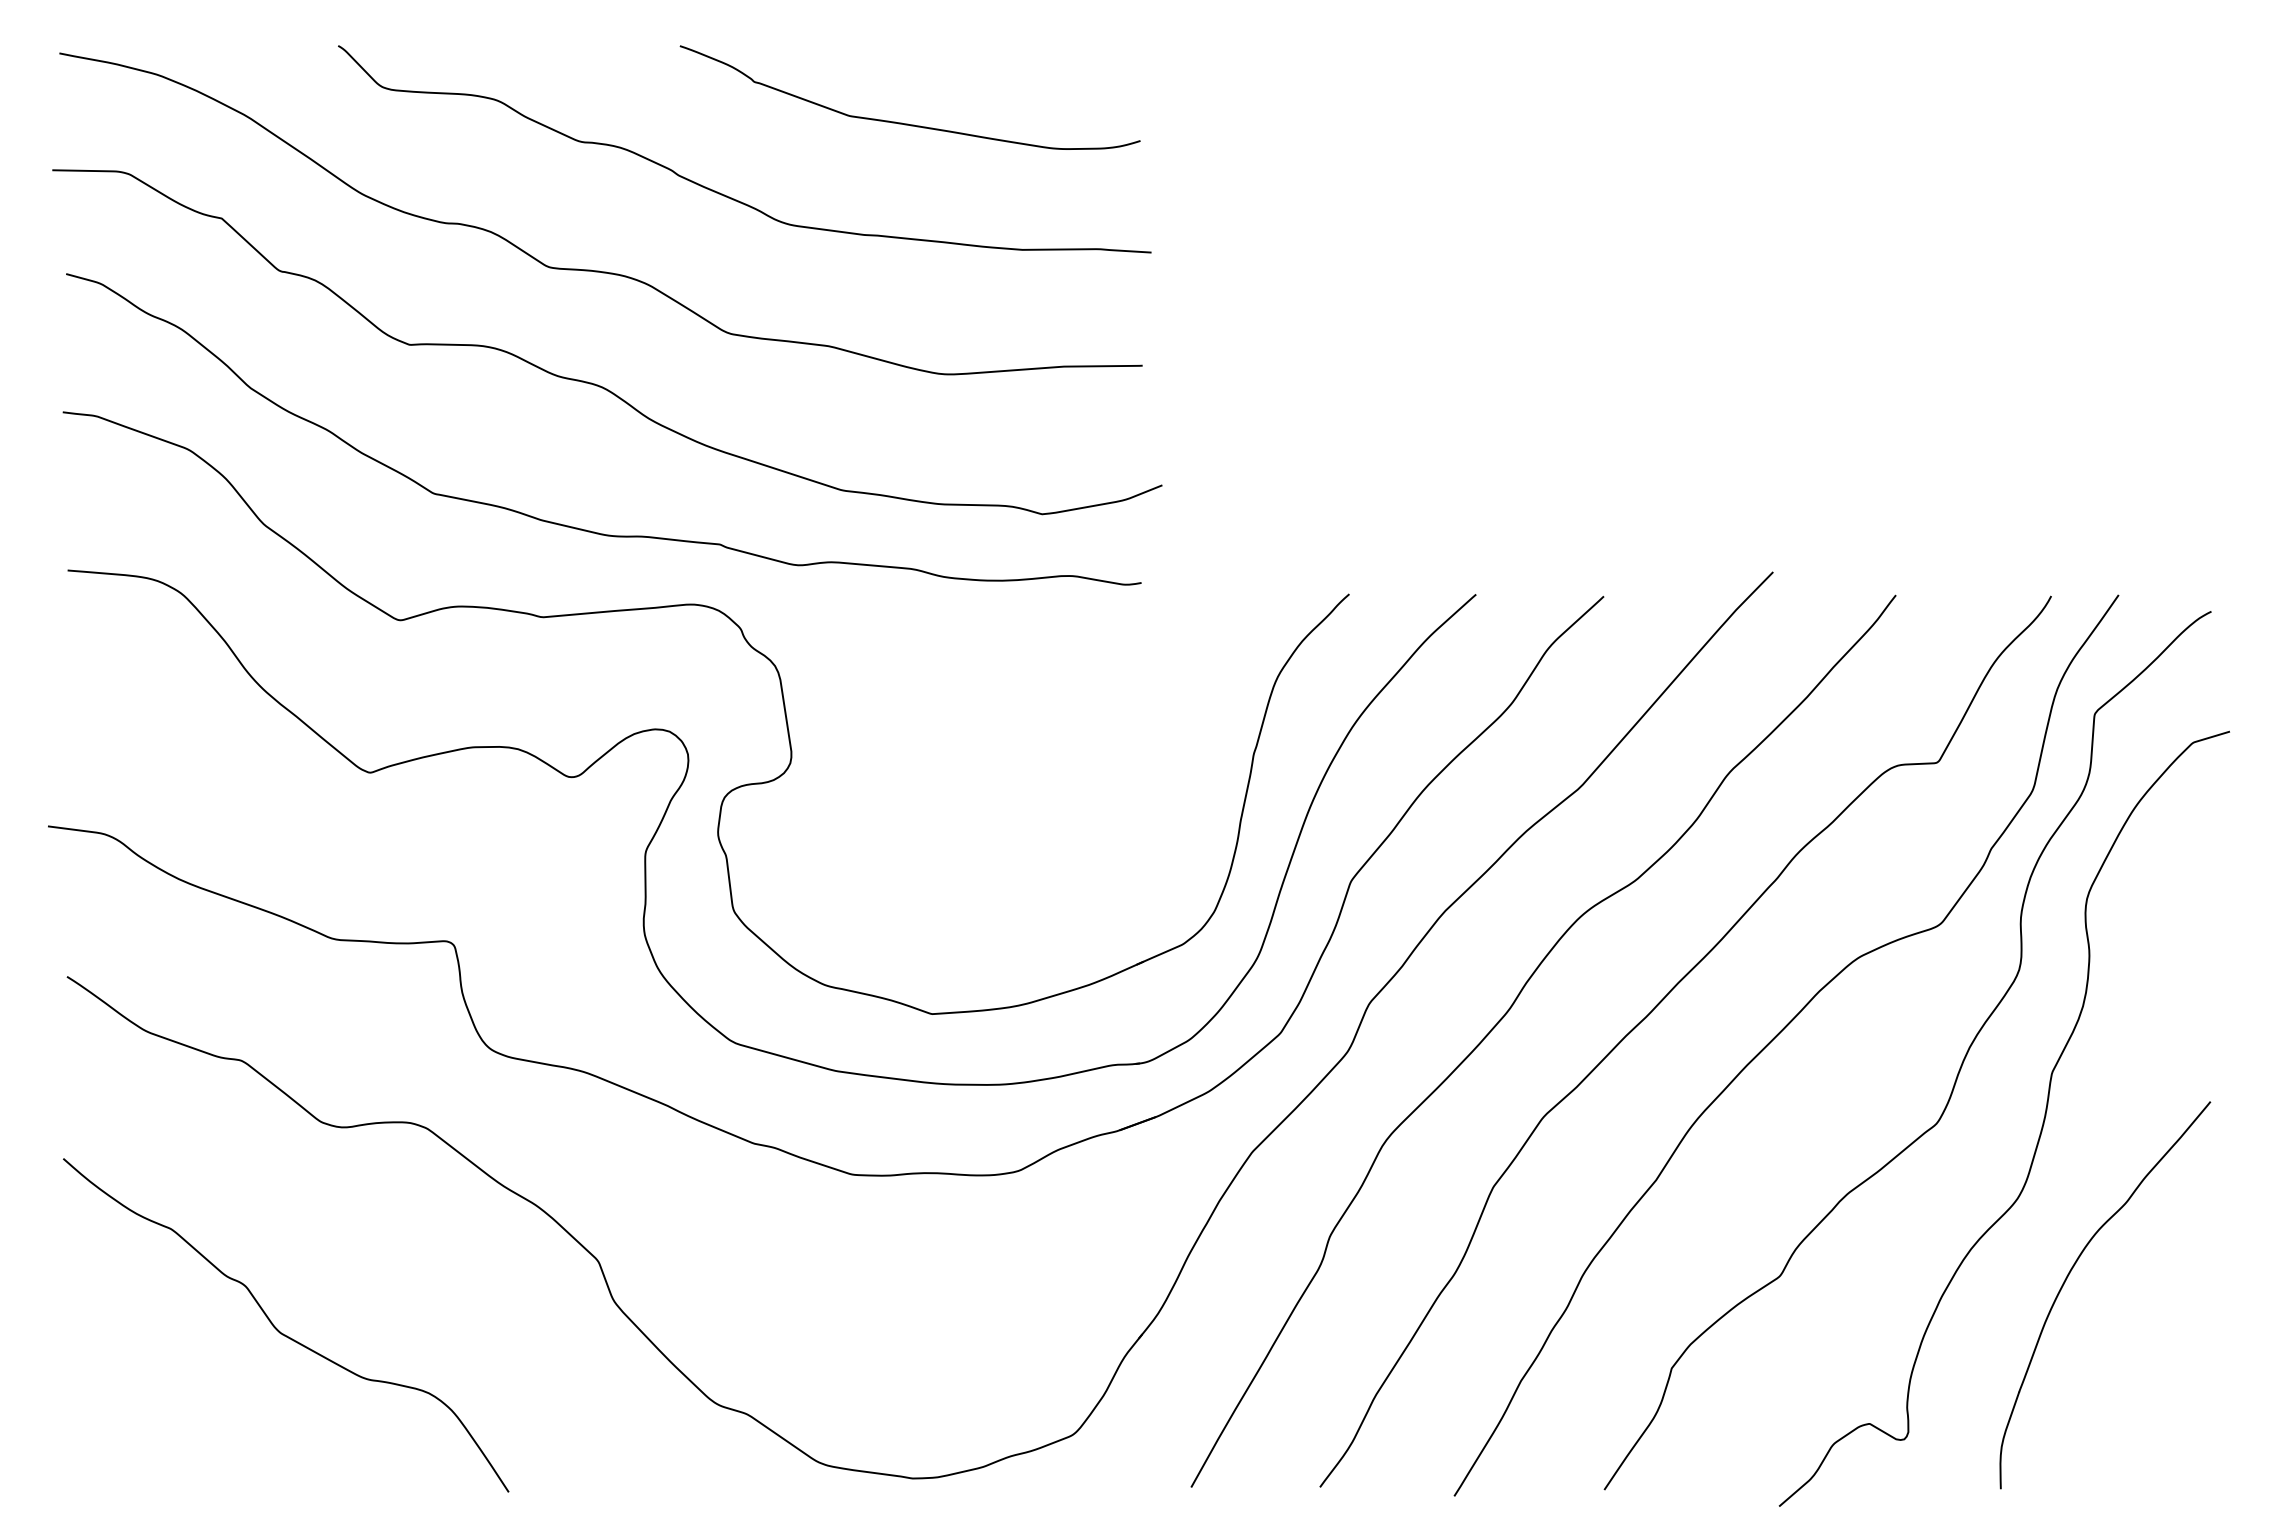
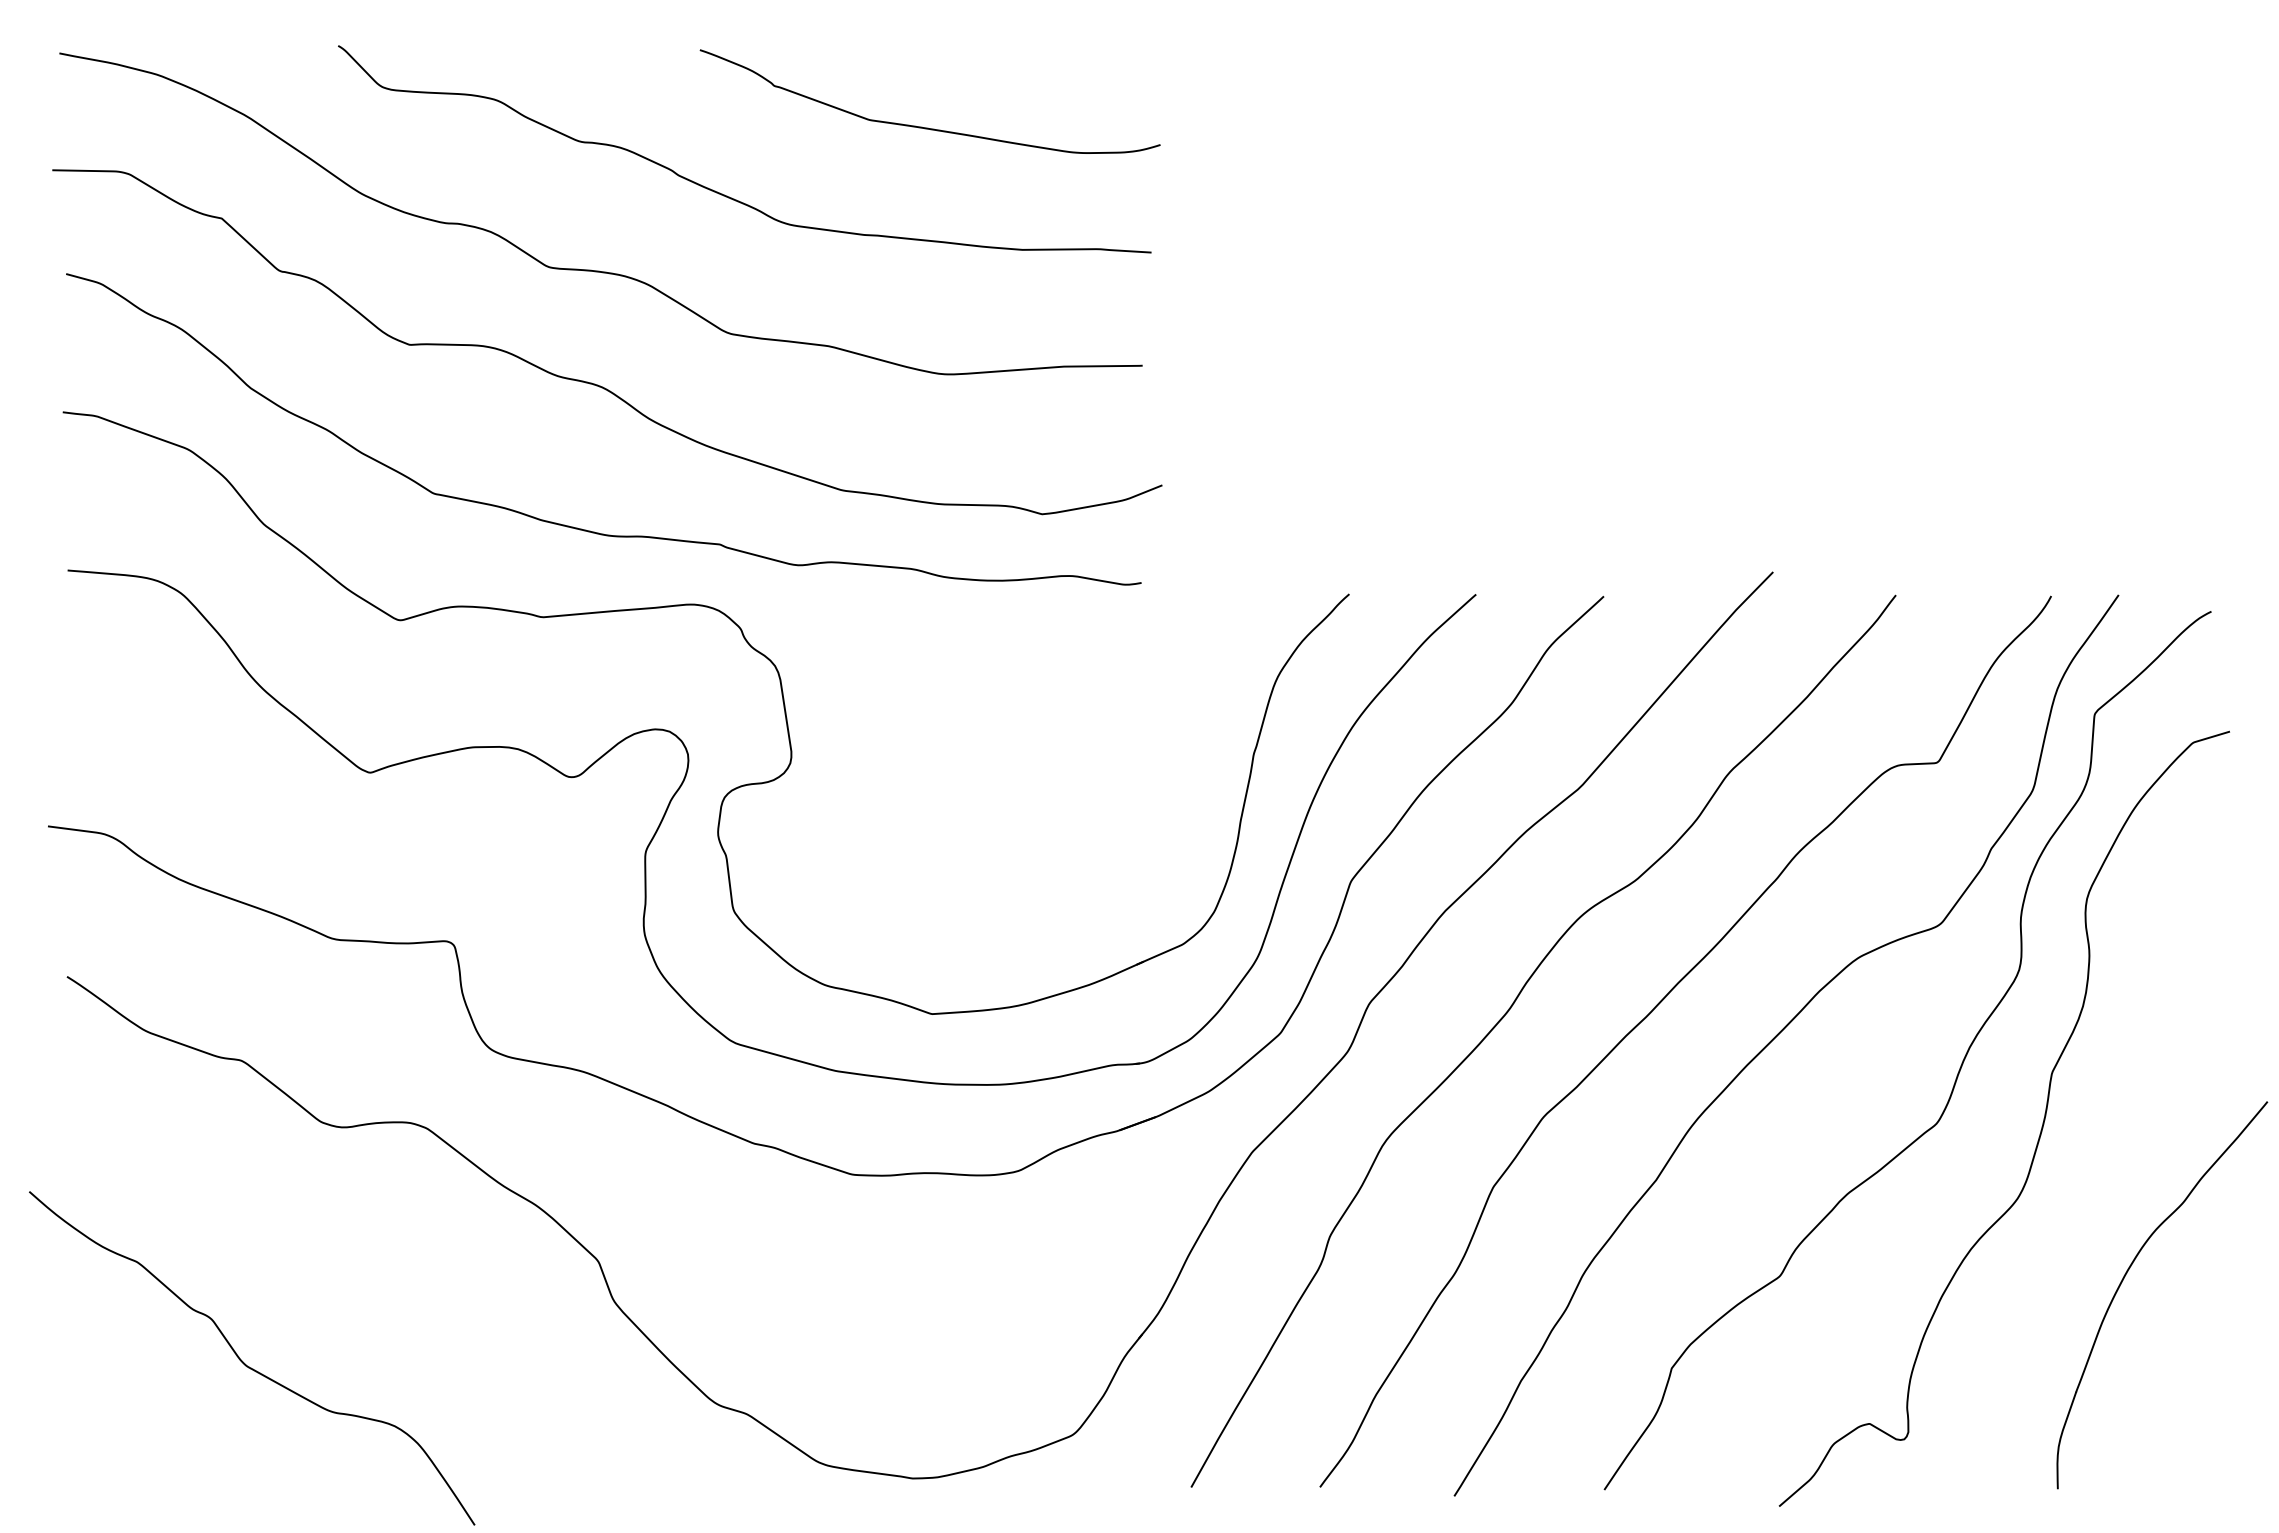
curve at (902, 122) position: (902, 122) -> (922, 126)
curve at (2069, 1275) position: (2069, 1275) -> (2126, 1275)
curve at (280, 1331) position: (280, 1331) -> (246, 1364)
